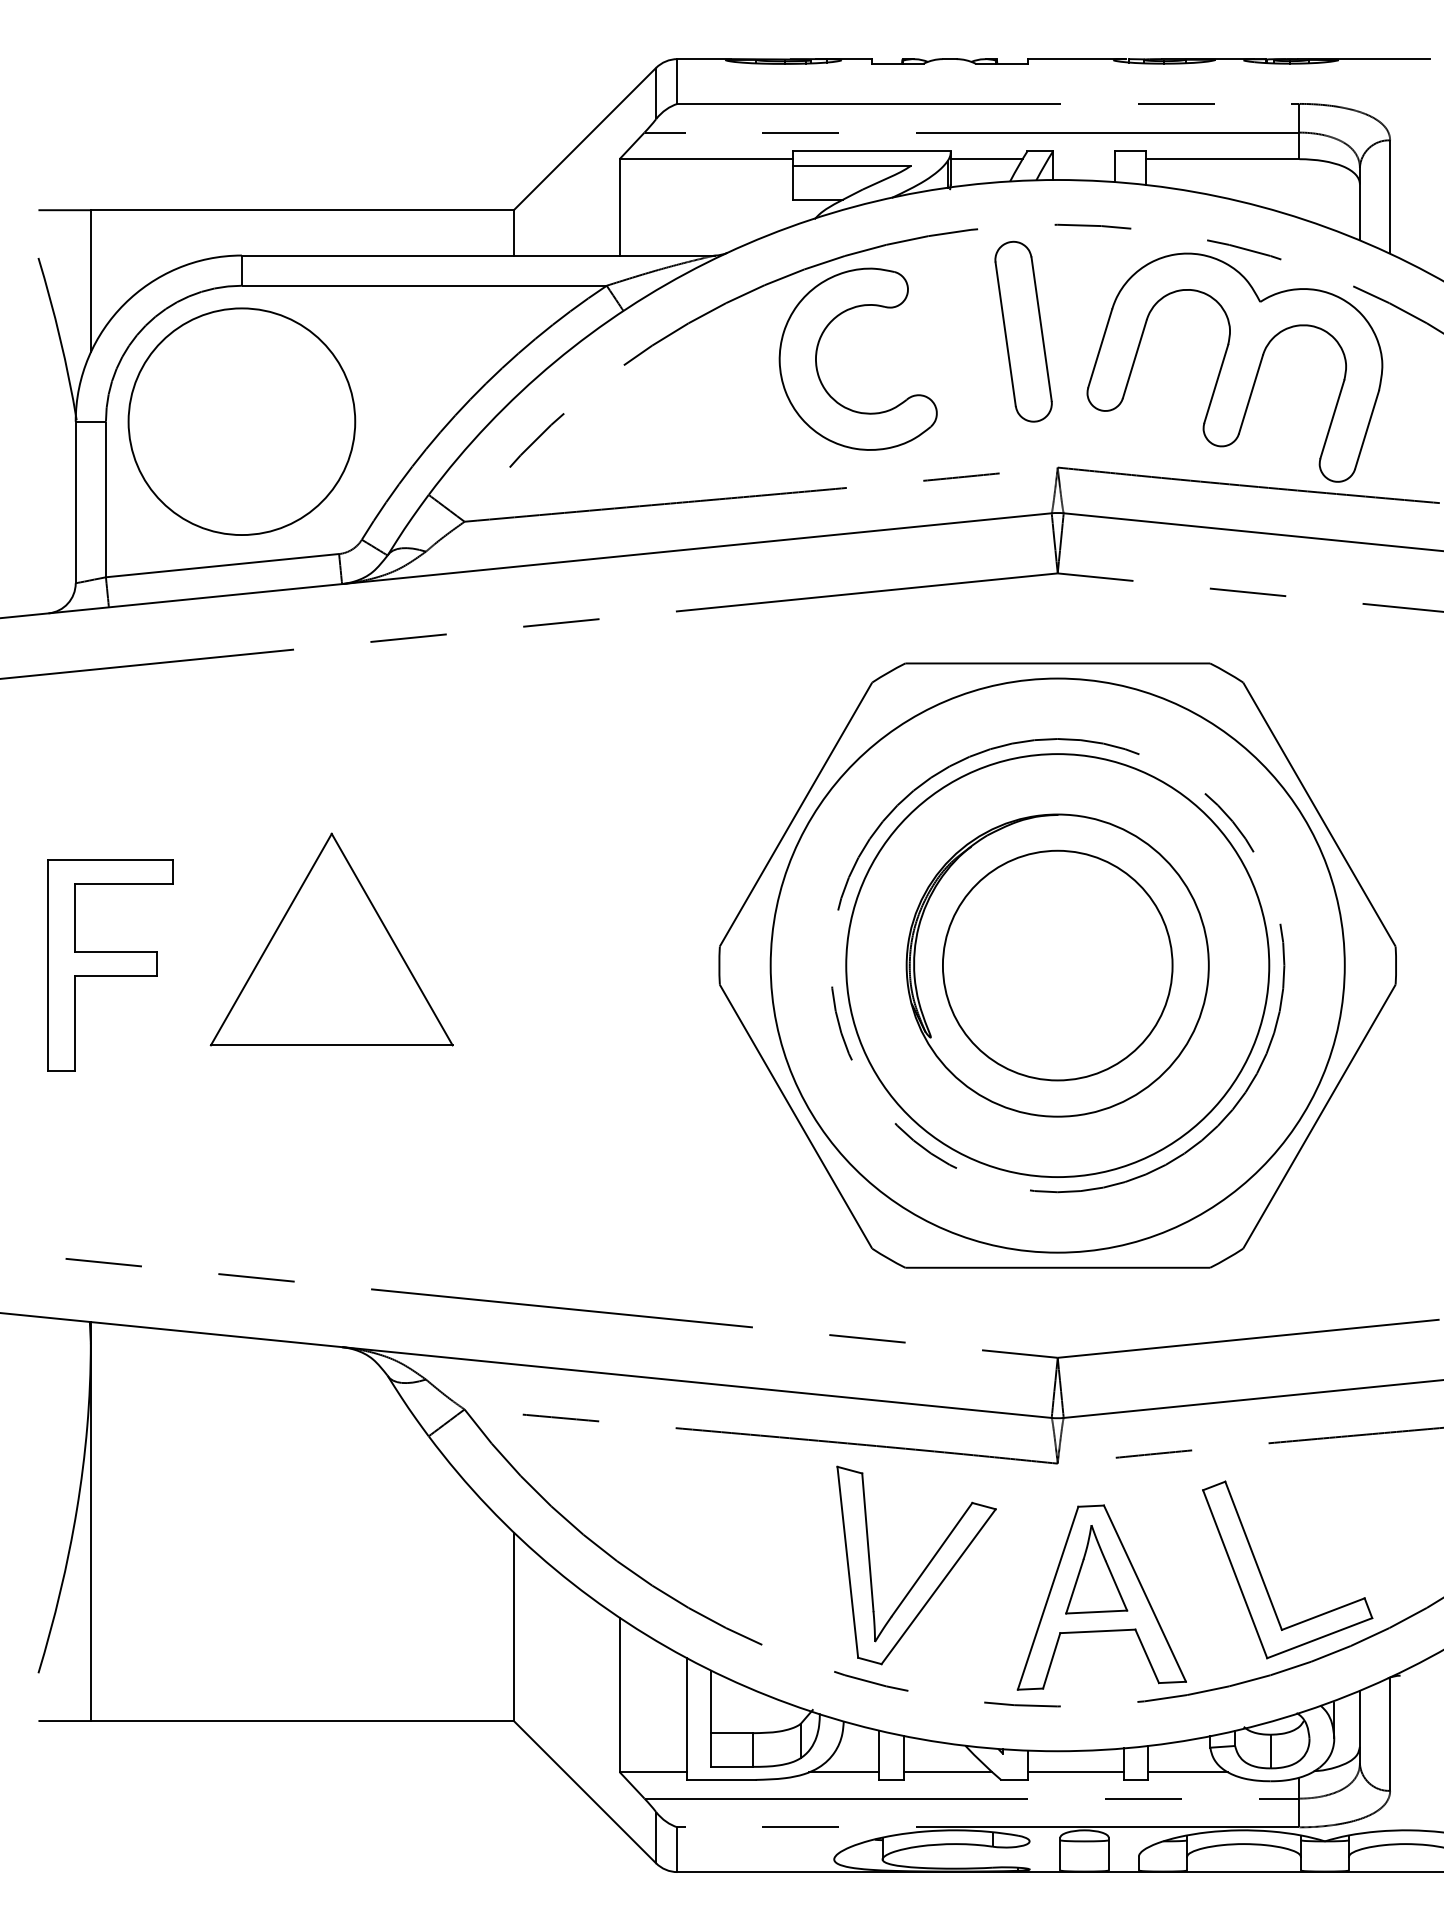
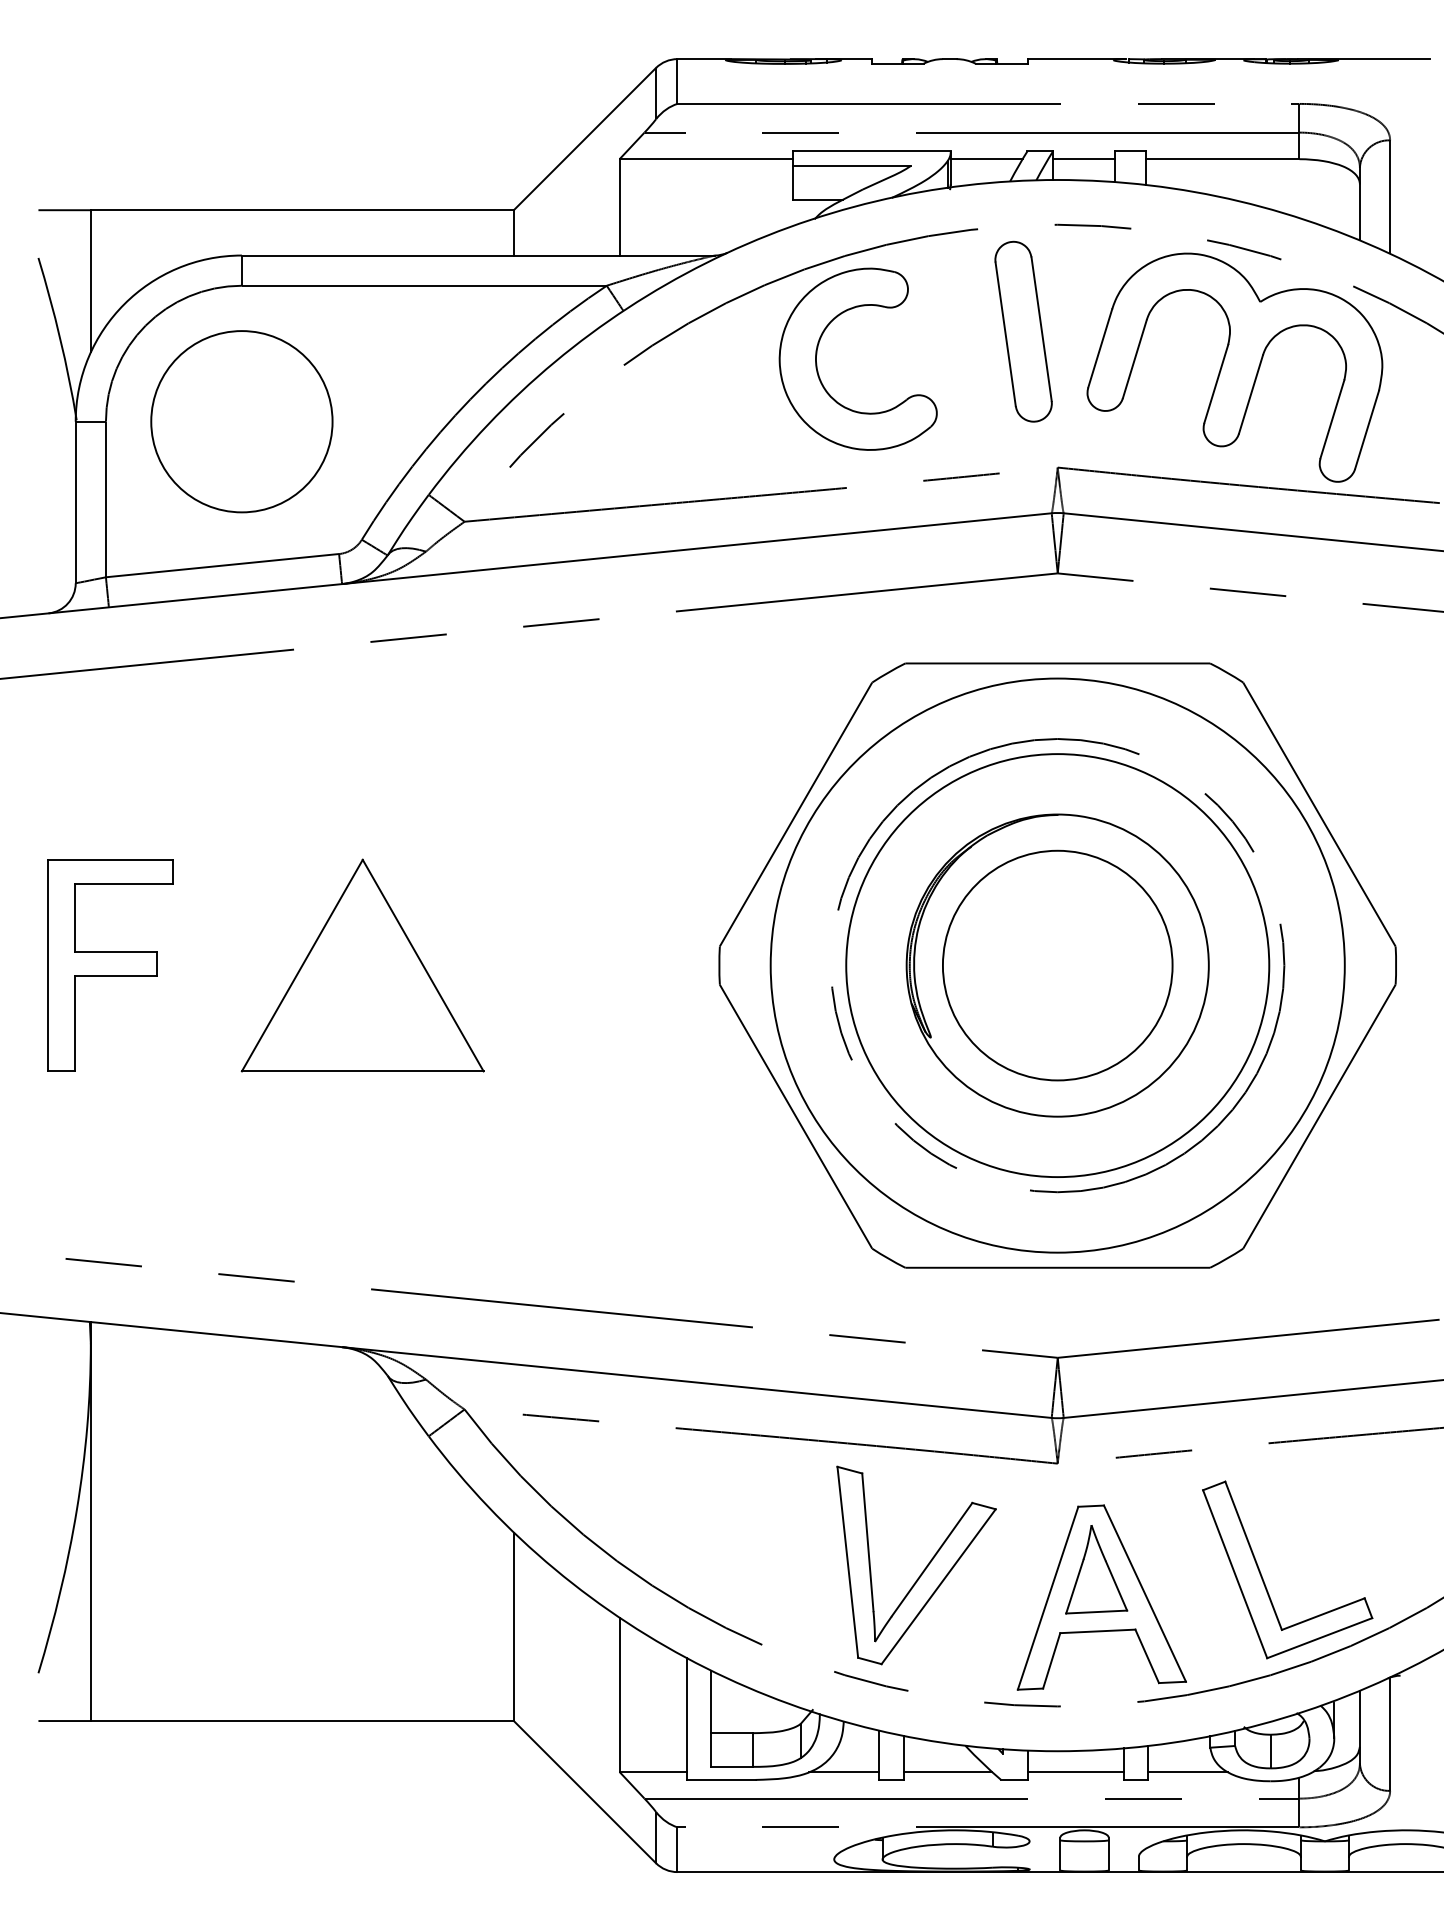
line at (1084, 159): none -> present
circle at (241, 421) diameter: 227 px -> 181 px
part at (331, 939) position: (331, 939) -> (362, 965)
